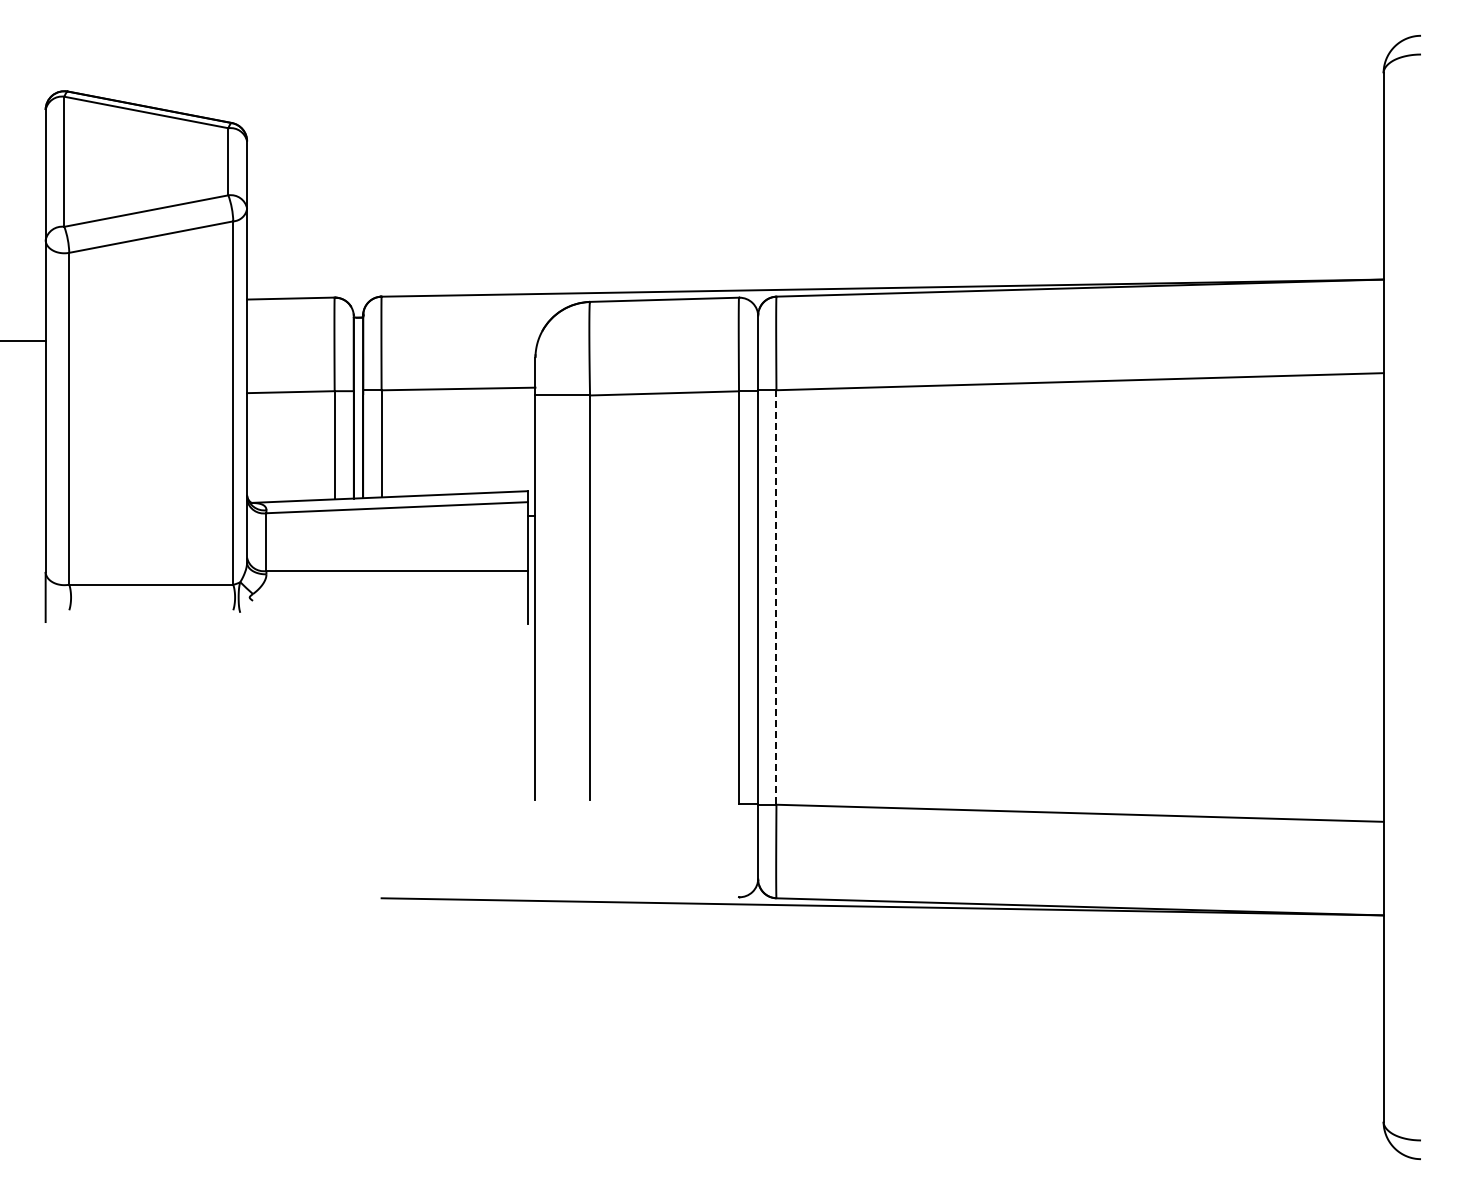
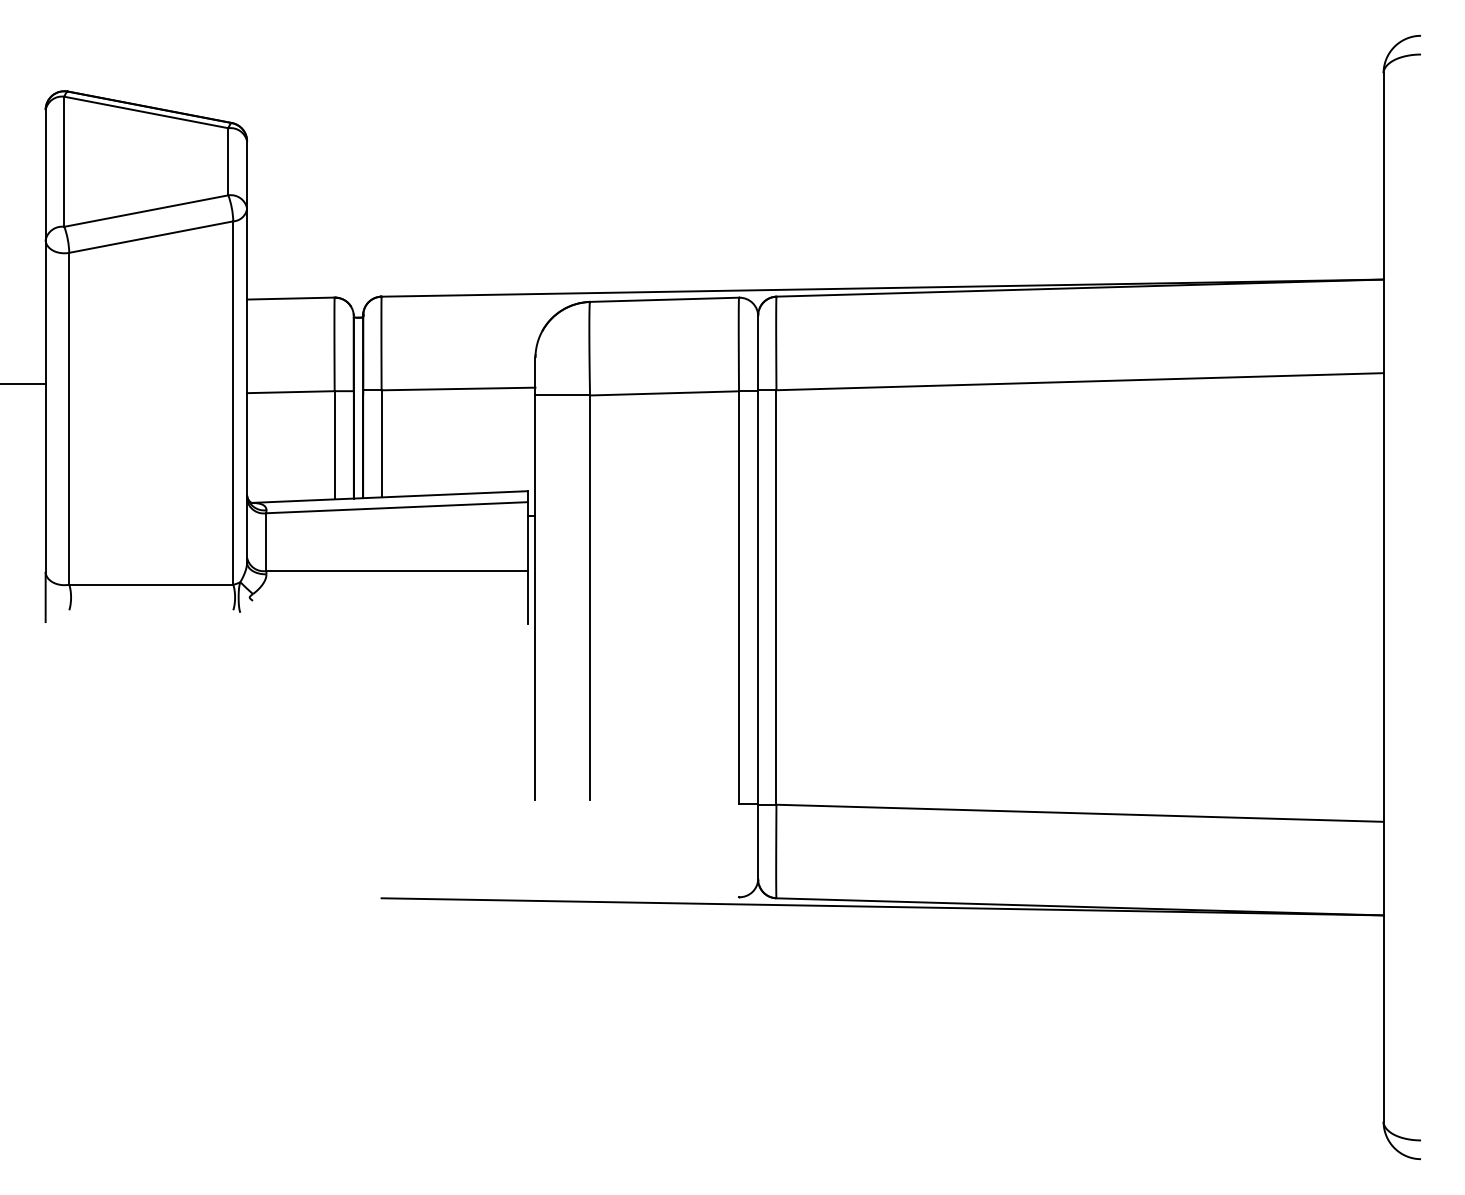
line at (23, 341) position: (23, 341) -> (23, 384)
line at (776, 597): dashed -> solid
